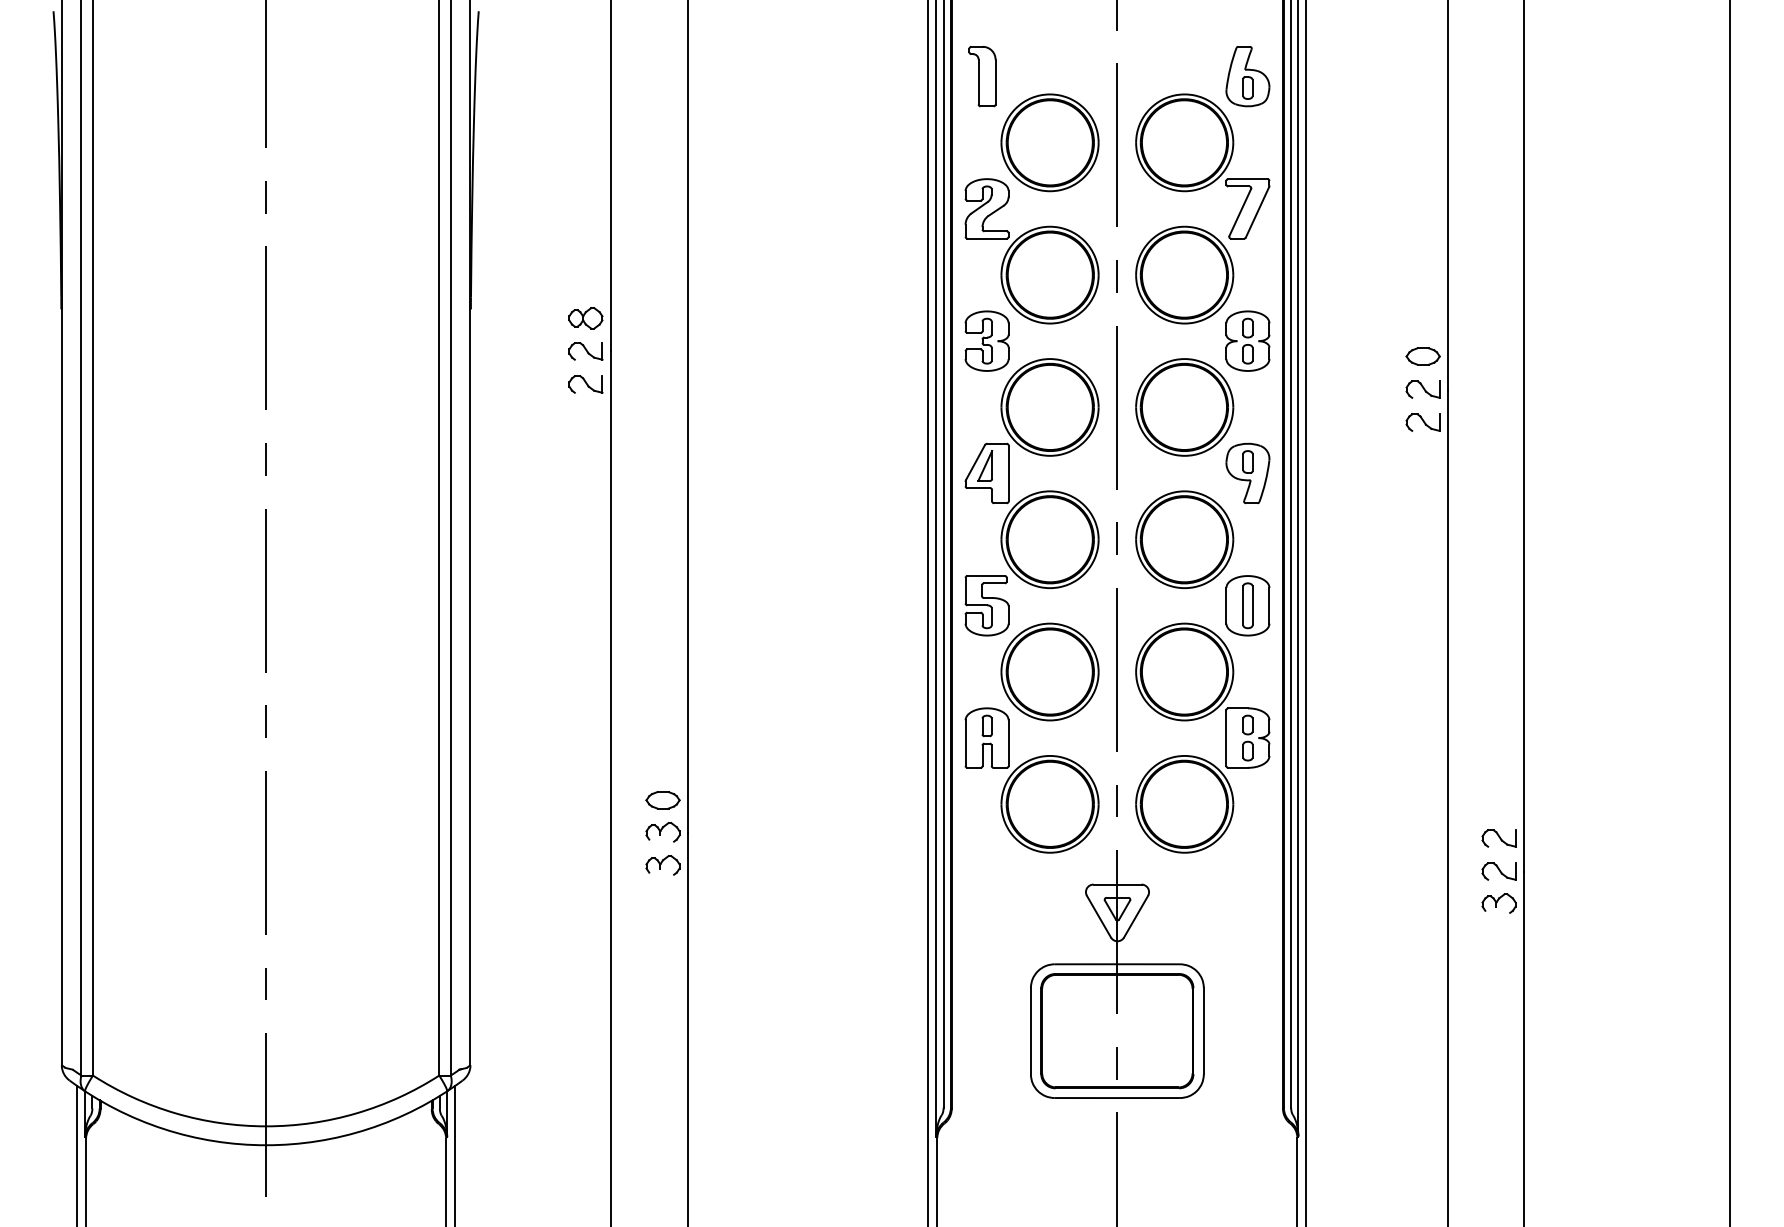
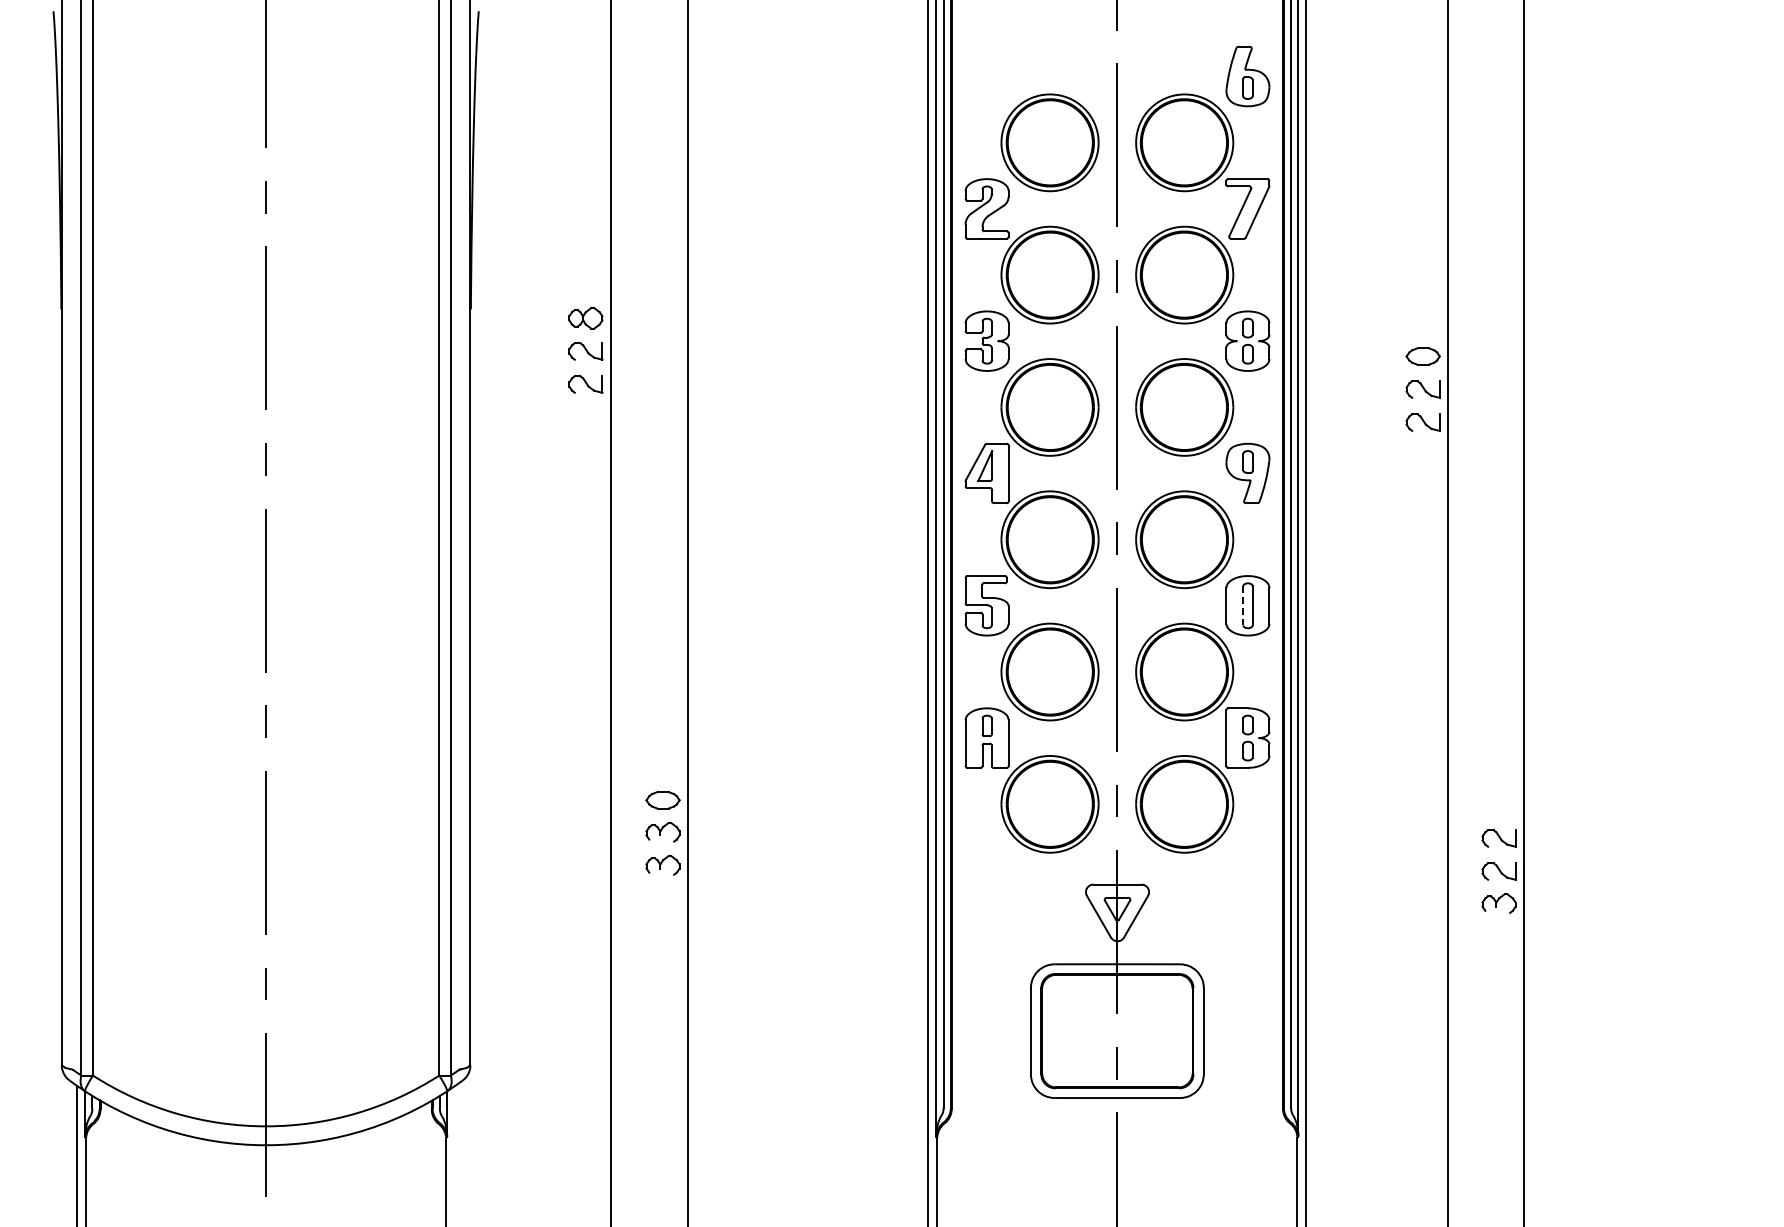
part at (982, 76): present -> none
line at (1243, 605): solid -> dashed
line at (1730, 612): present -> none
line at (455, 1154): present -> none
